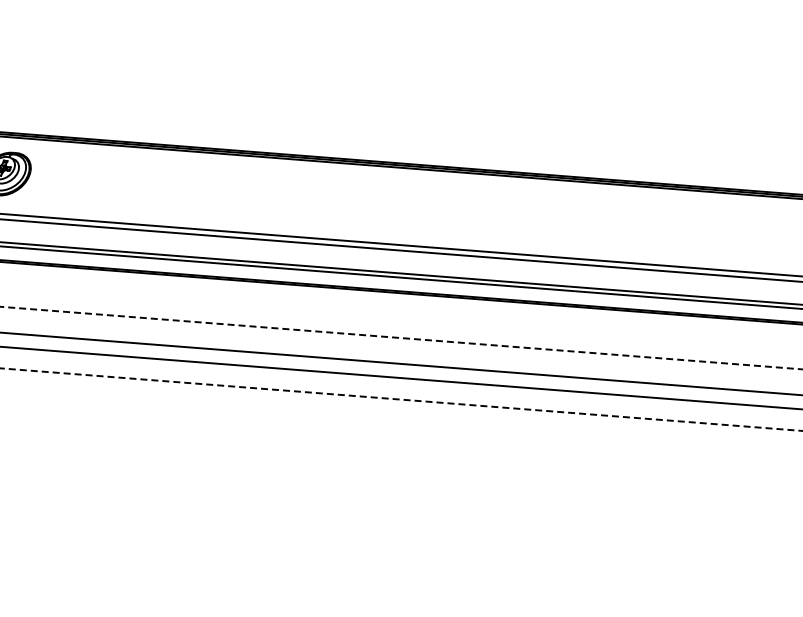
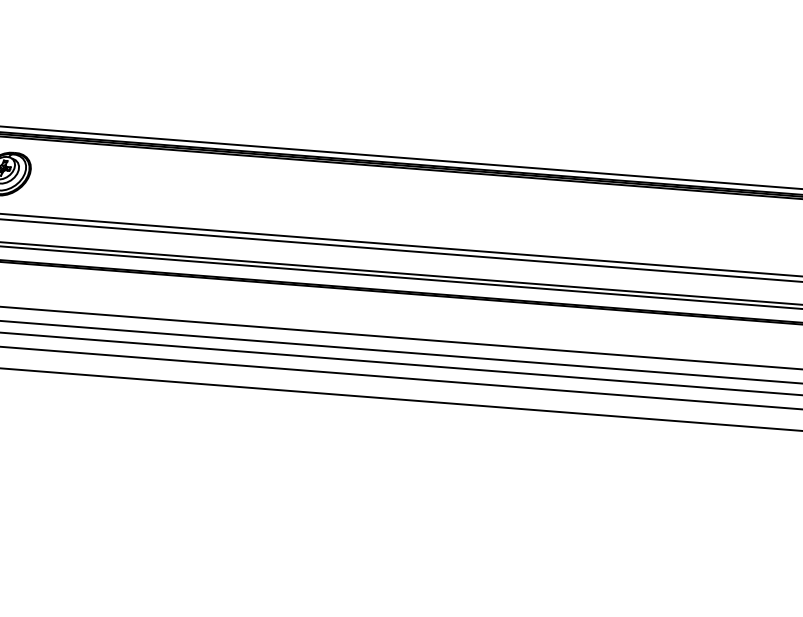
line at (400, 157): none -> present
line at (402, 338): dashed -> solid
line at (400, 352): none -> present
line at (400, 399): dashed -> solid
